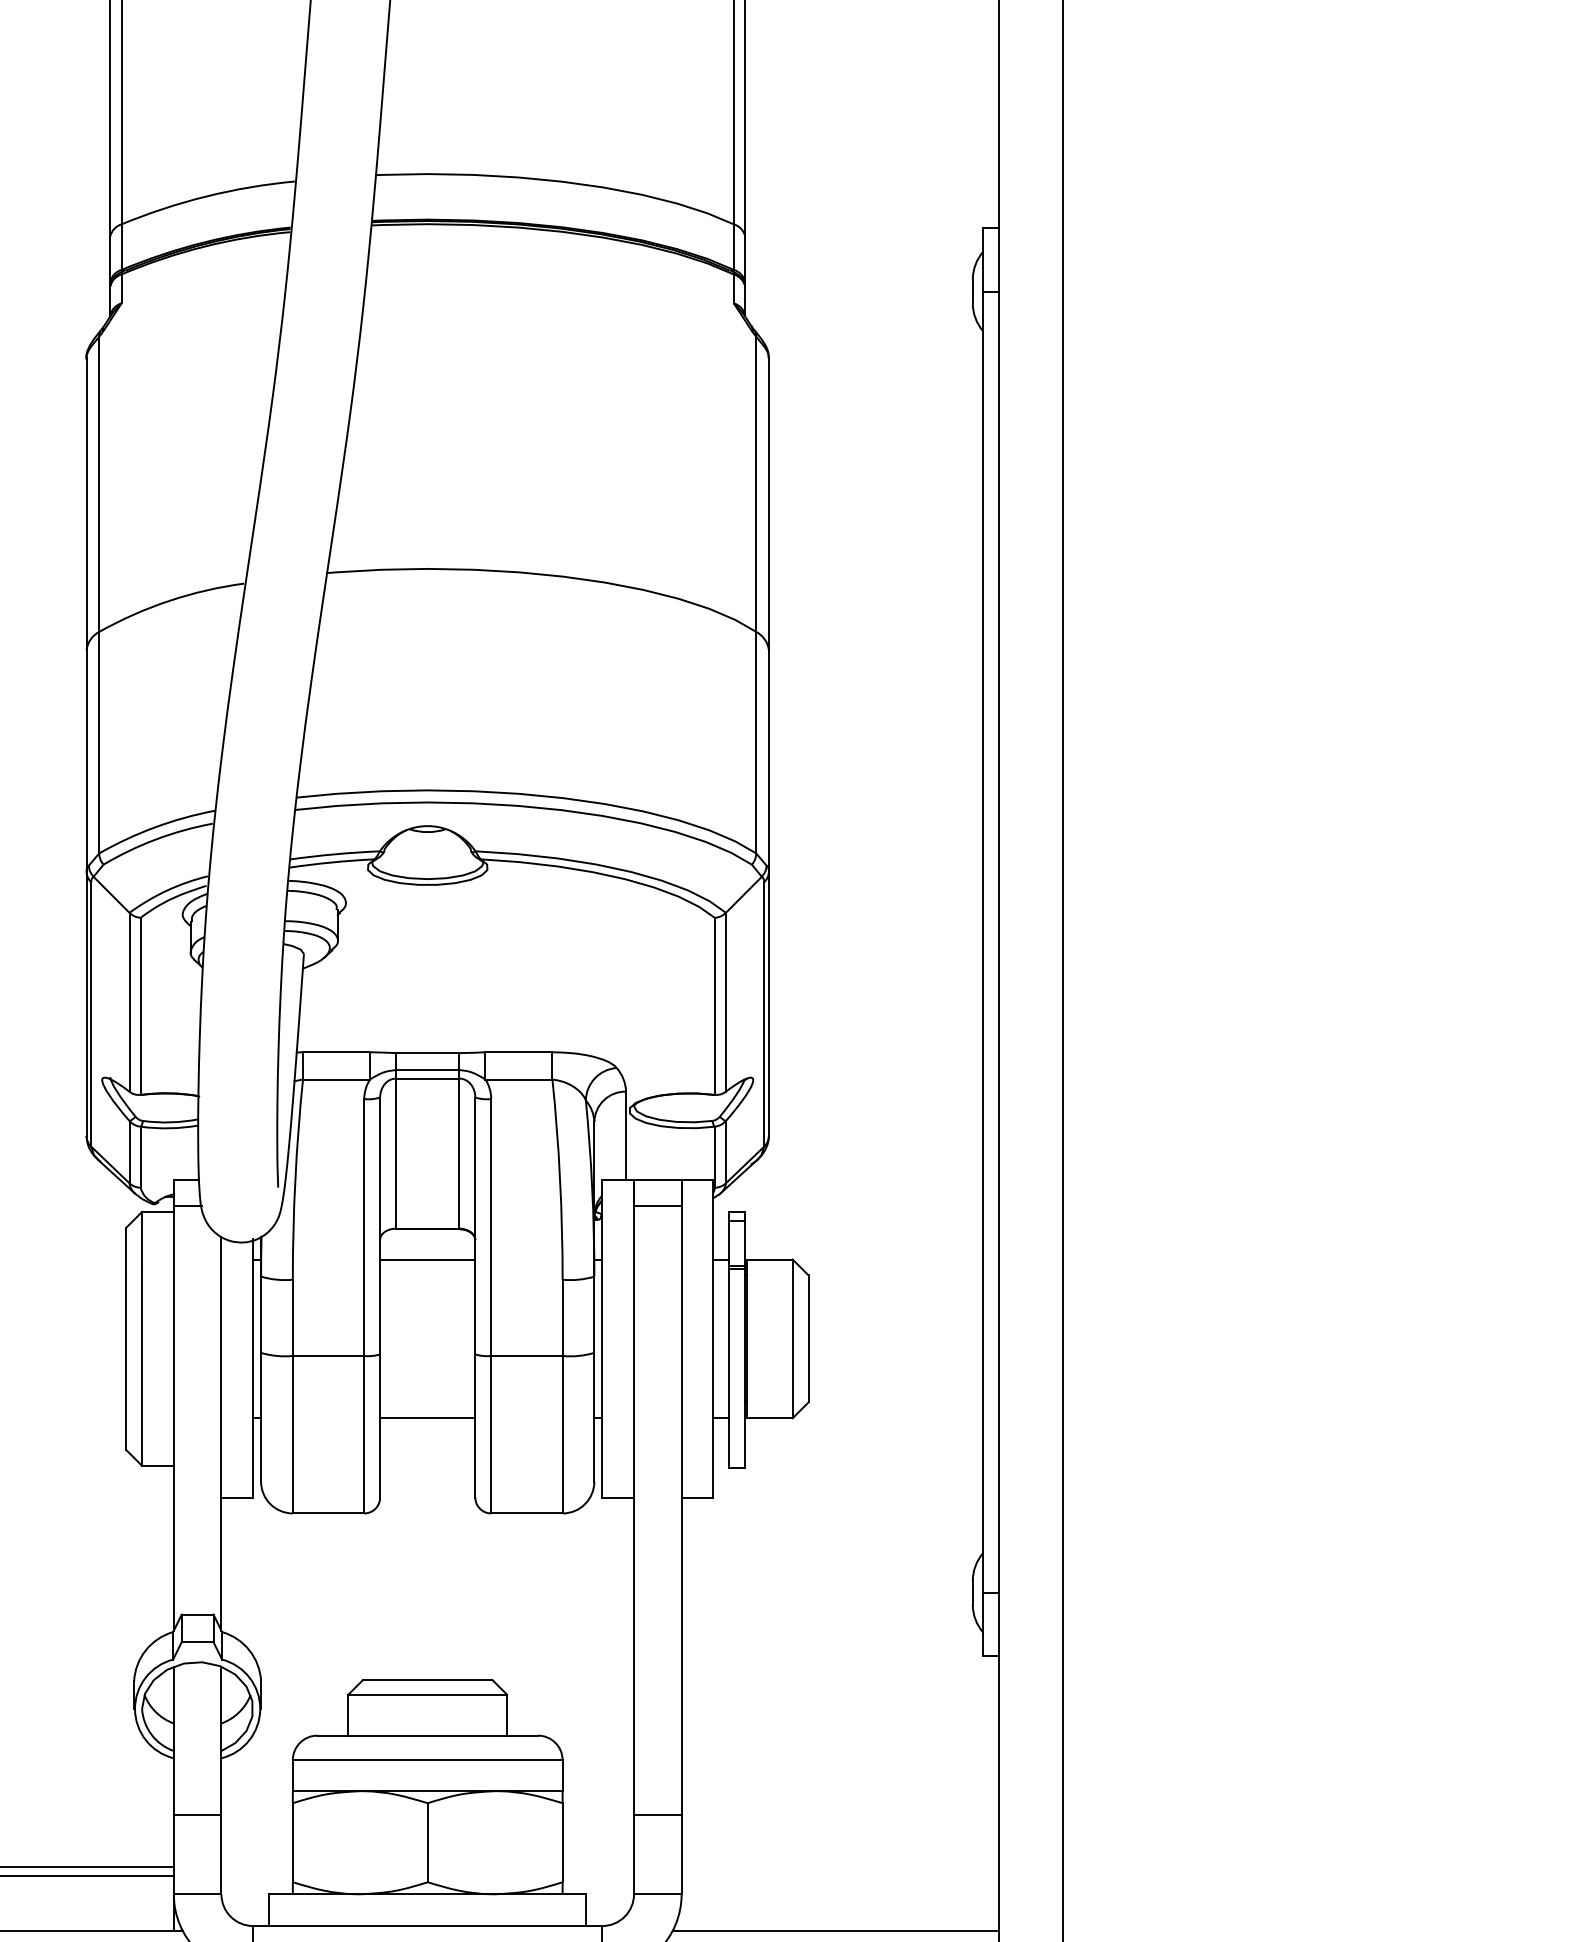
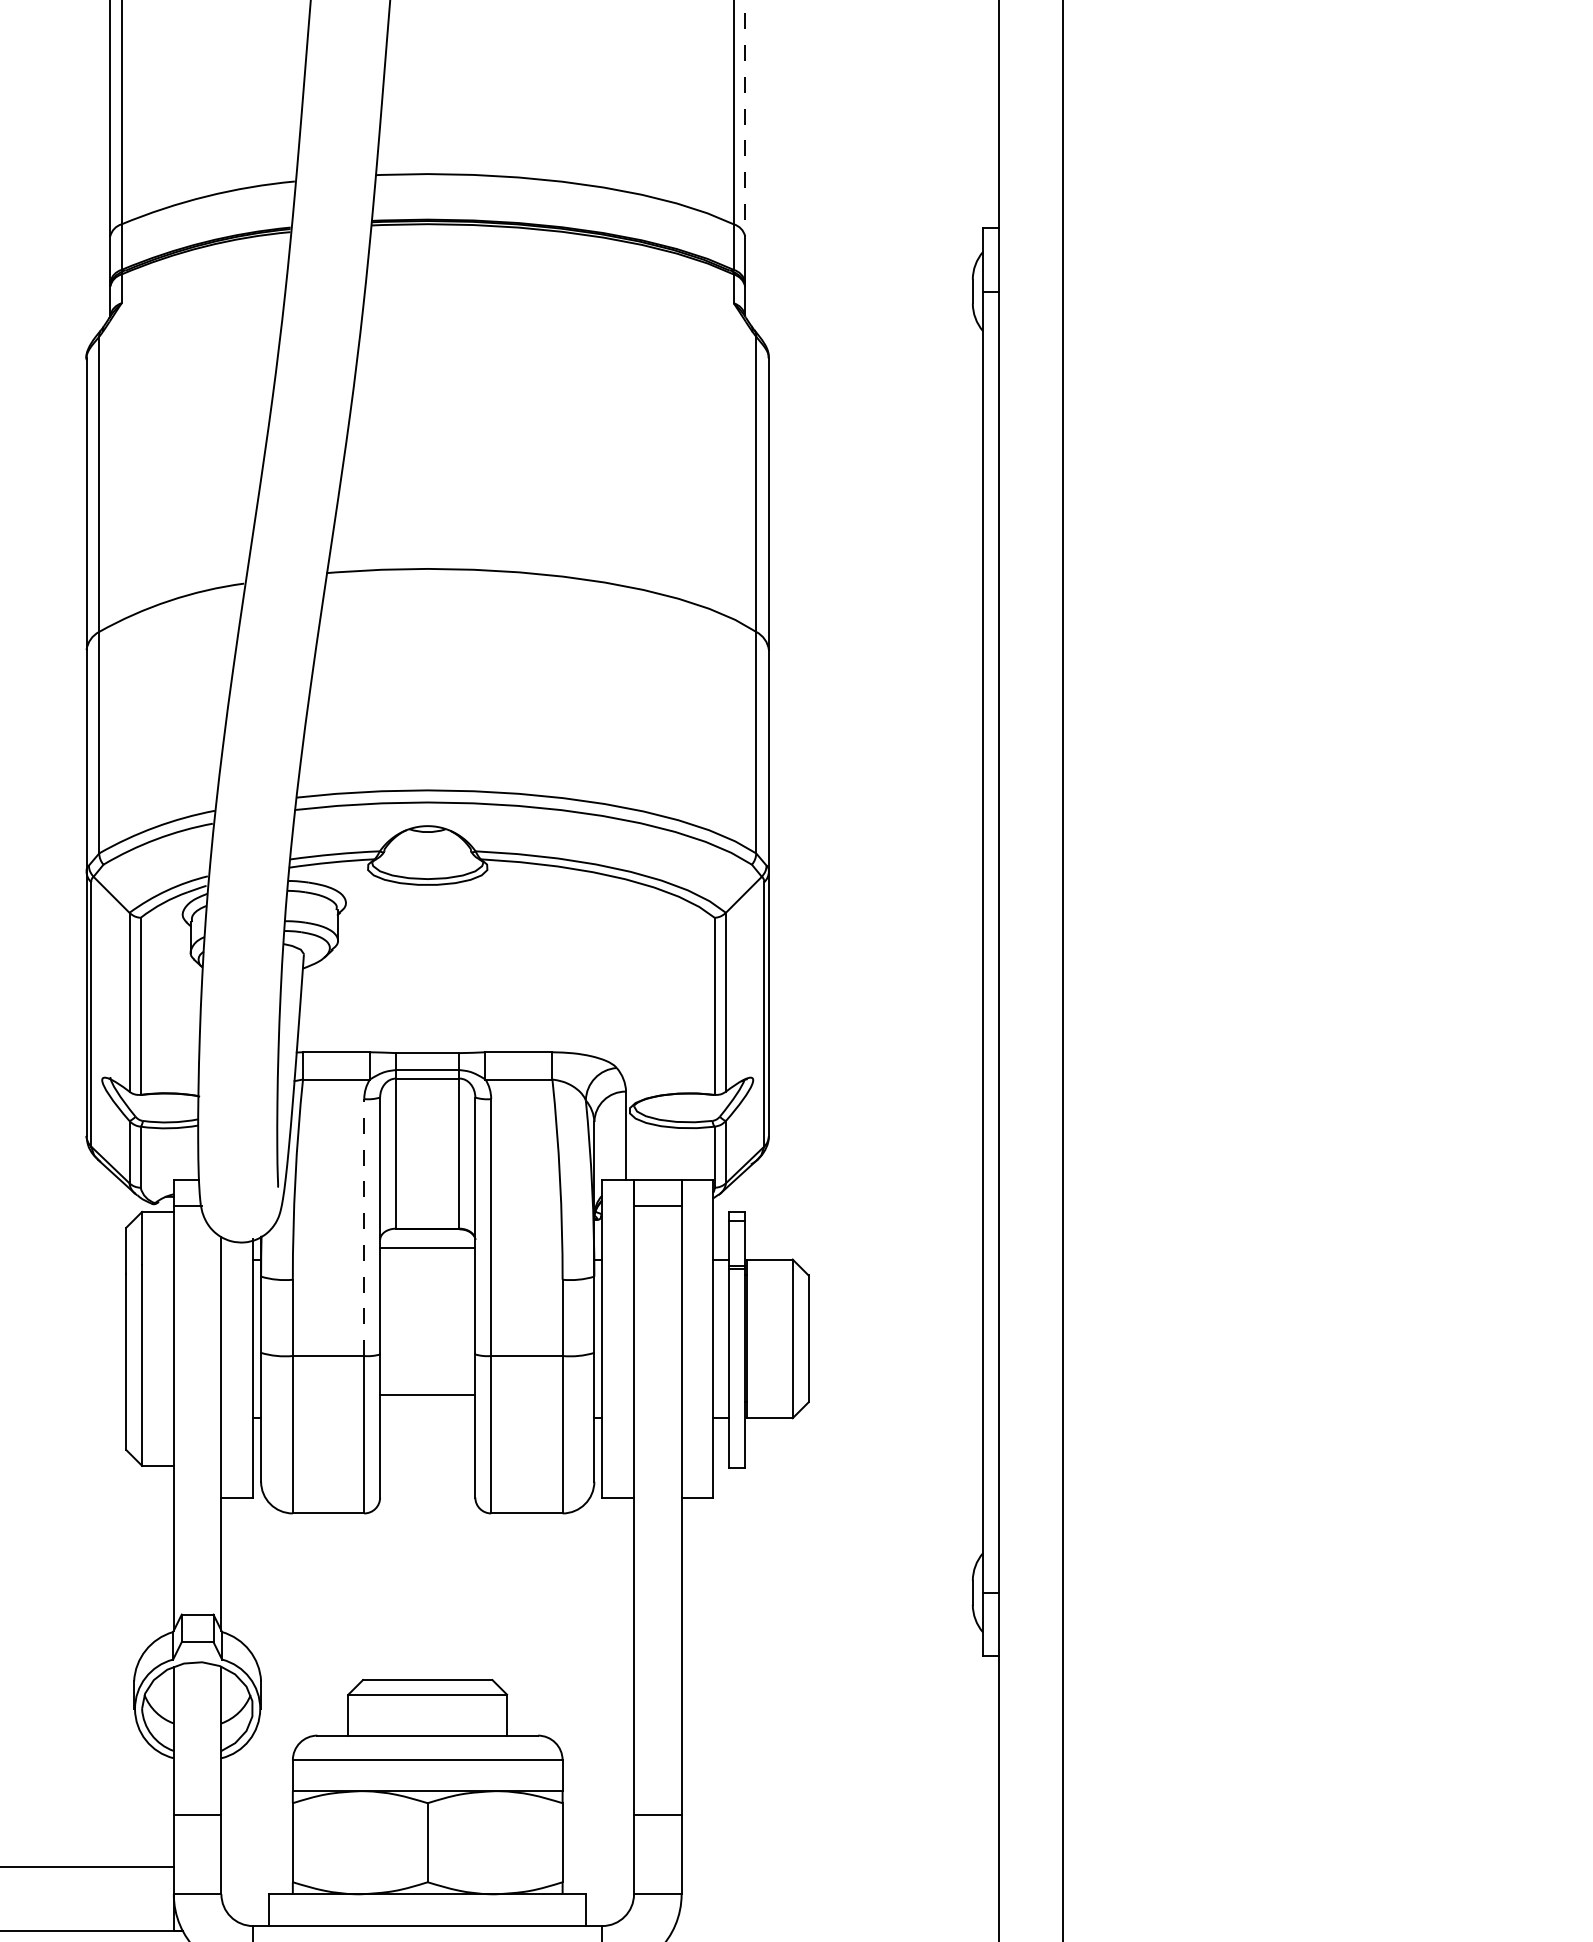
line at (745, 118): solid -> dashed
line at (364, 1227): solid -> dashed
line at (427, 1259) position: (427, 1259) -> (427, 1247)
line at (427, 1418) position: (427, 1418) -> (427, 1395)
line at (87, 1875): present -> none
line at (835, 1930): present -> none
